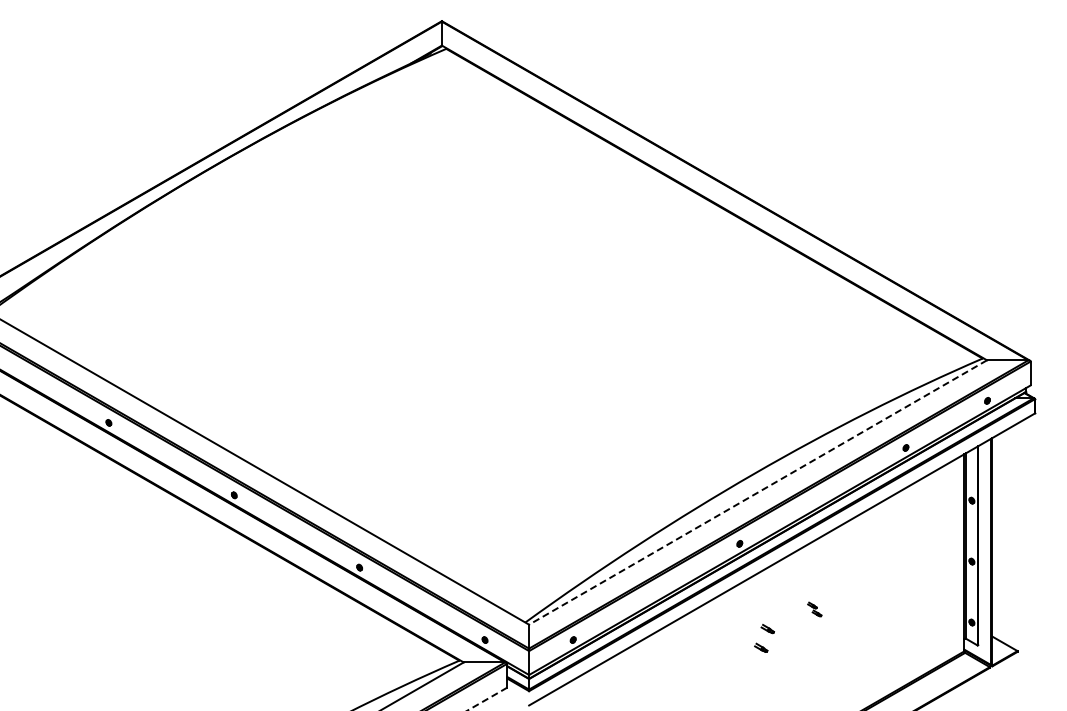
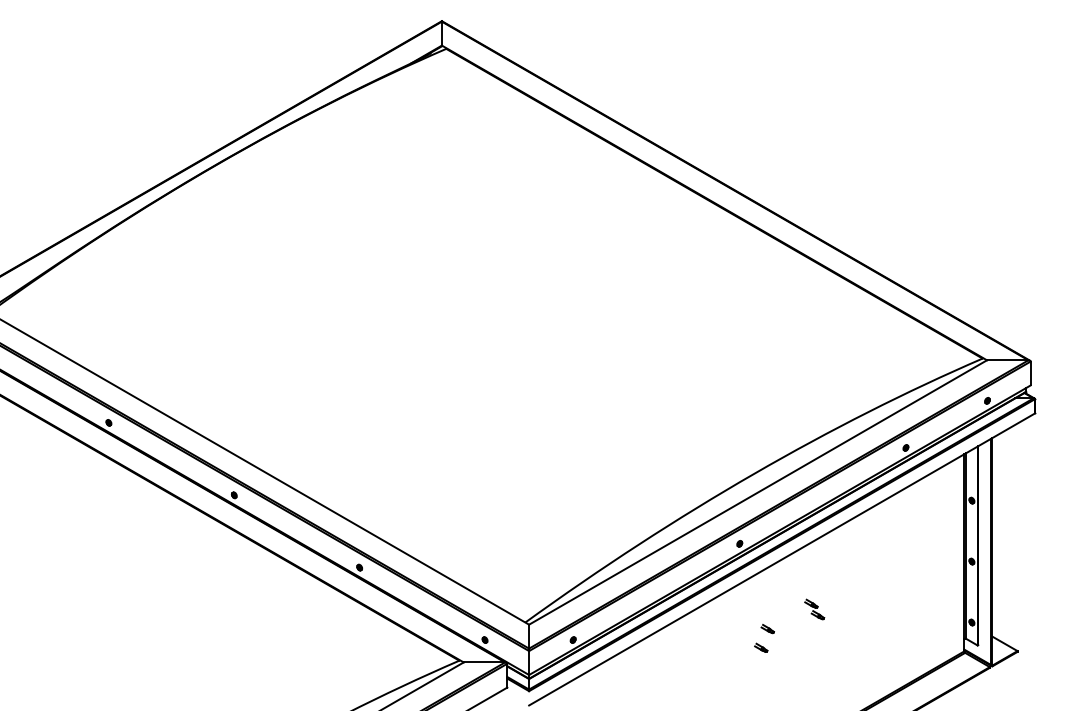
line at (757, 492): dashed -> solid
part at (814, 609) size: 16x17 px -> 22x23 px
line at (487, 699): dashed -> solid
